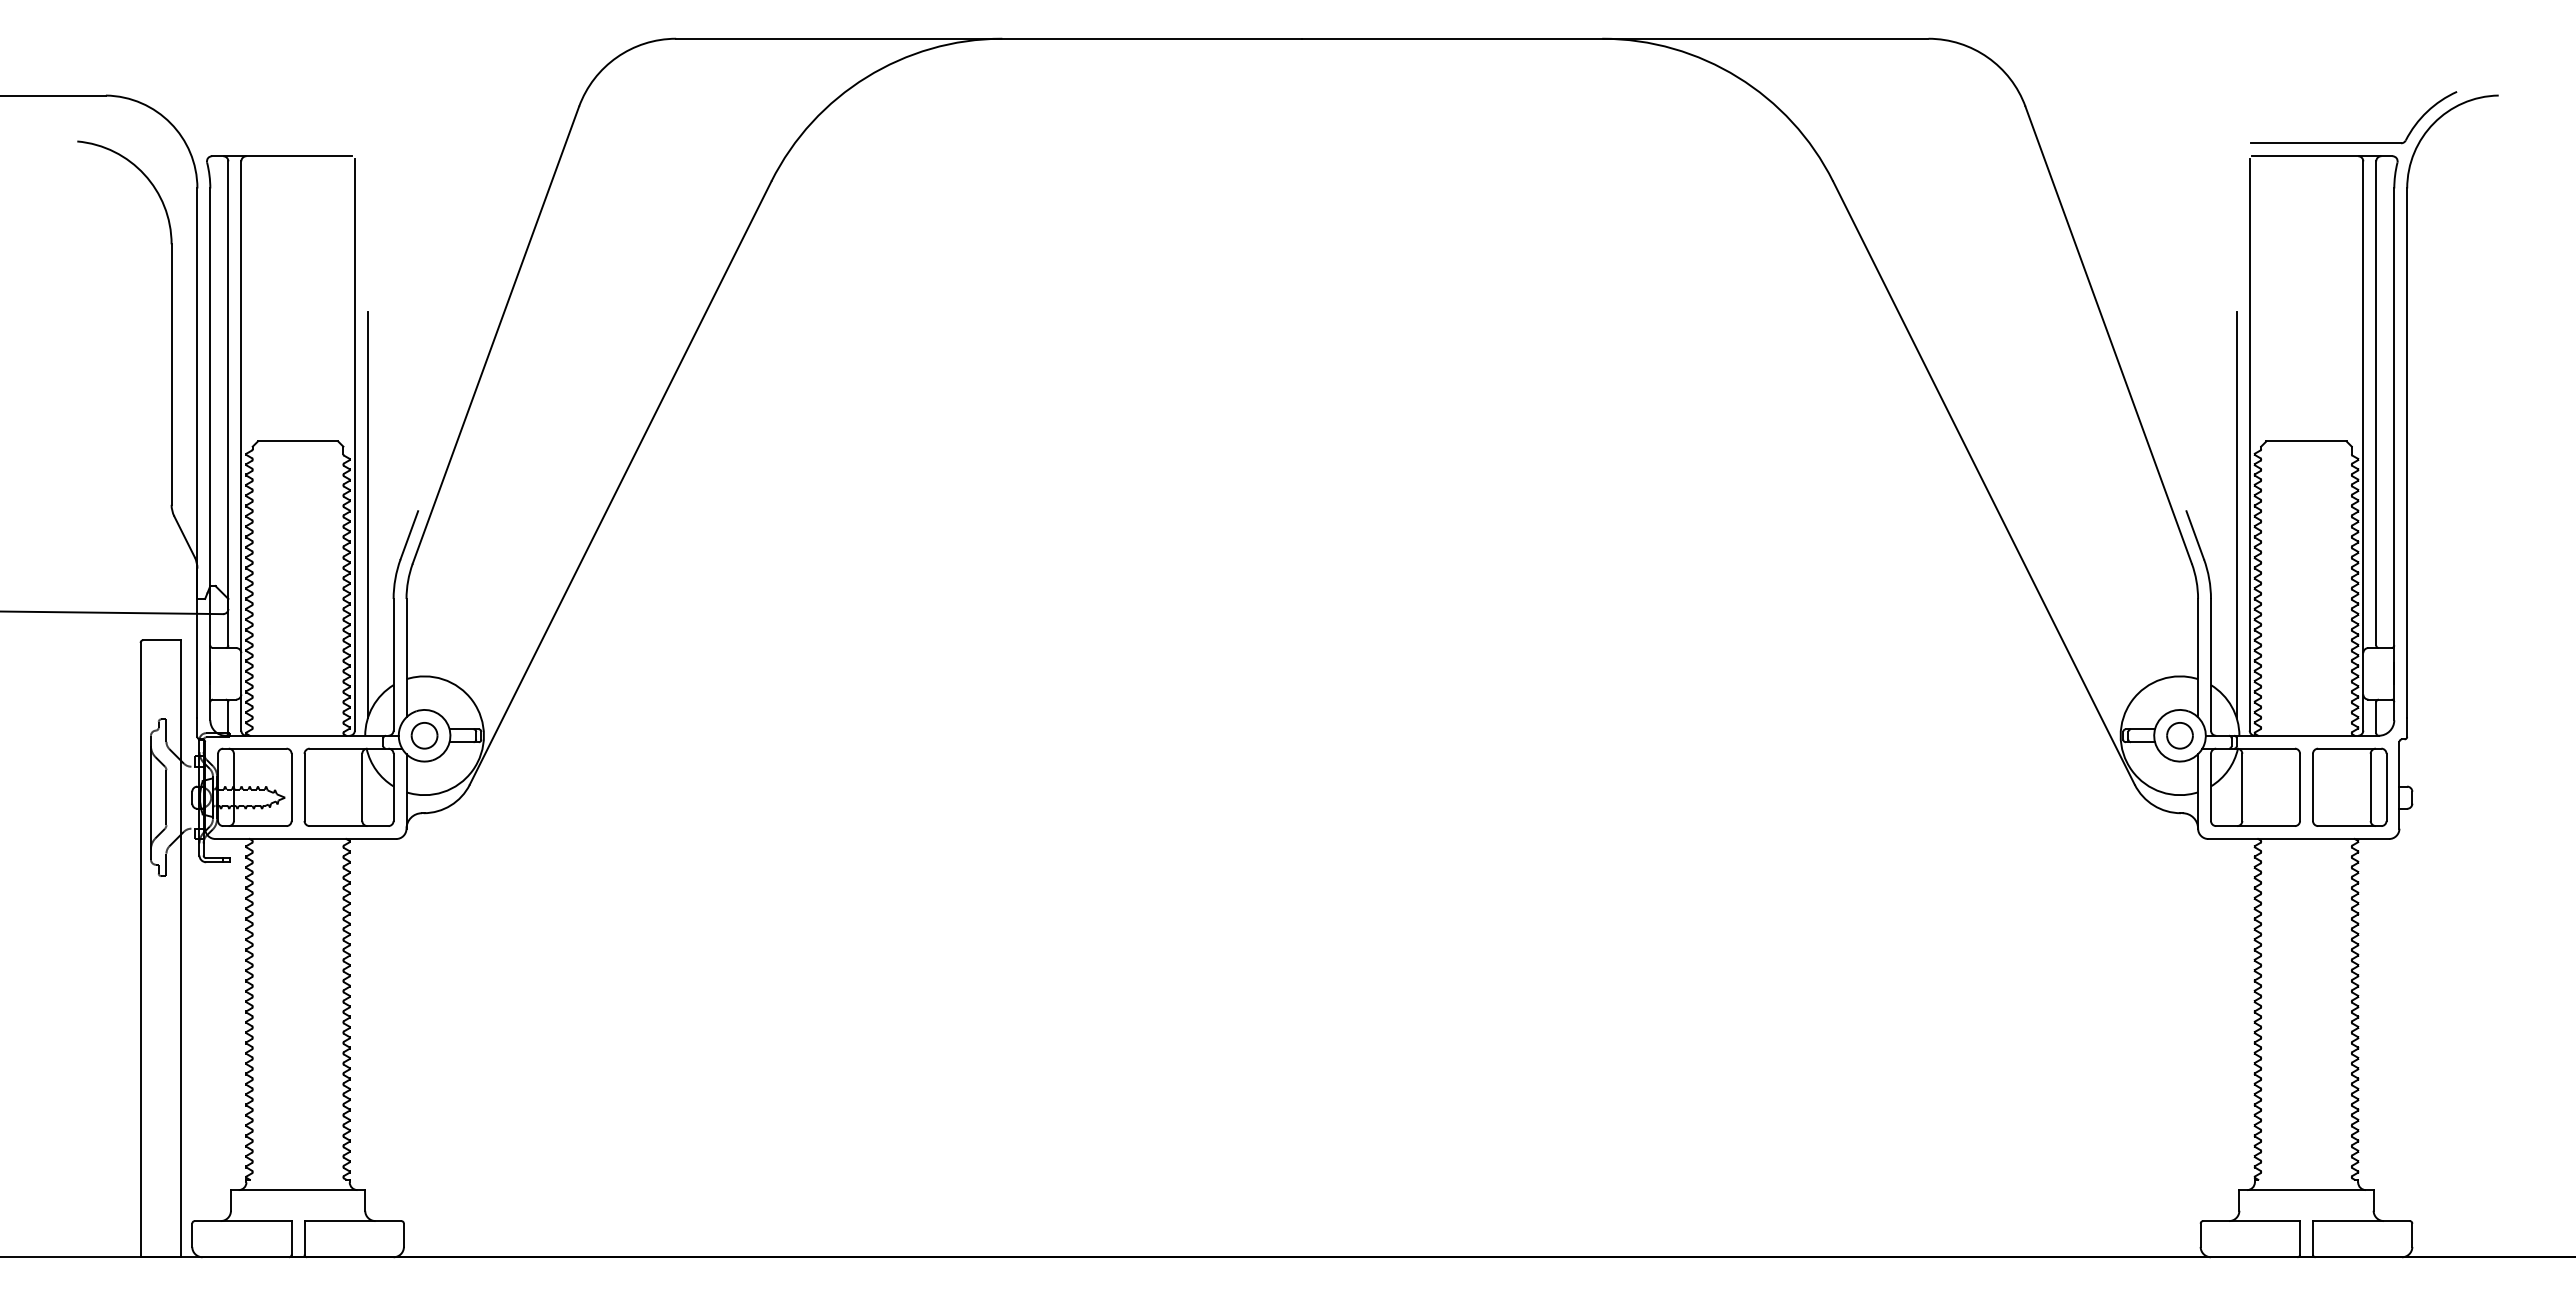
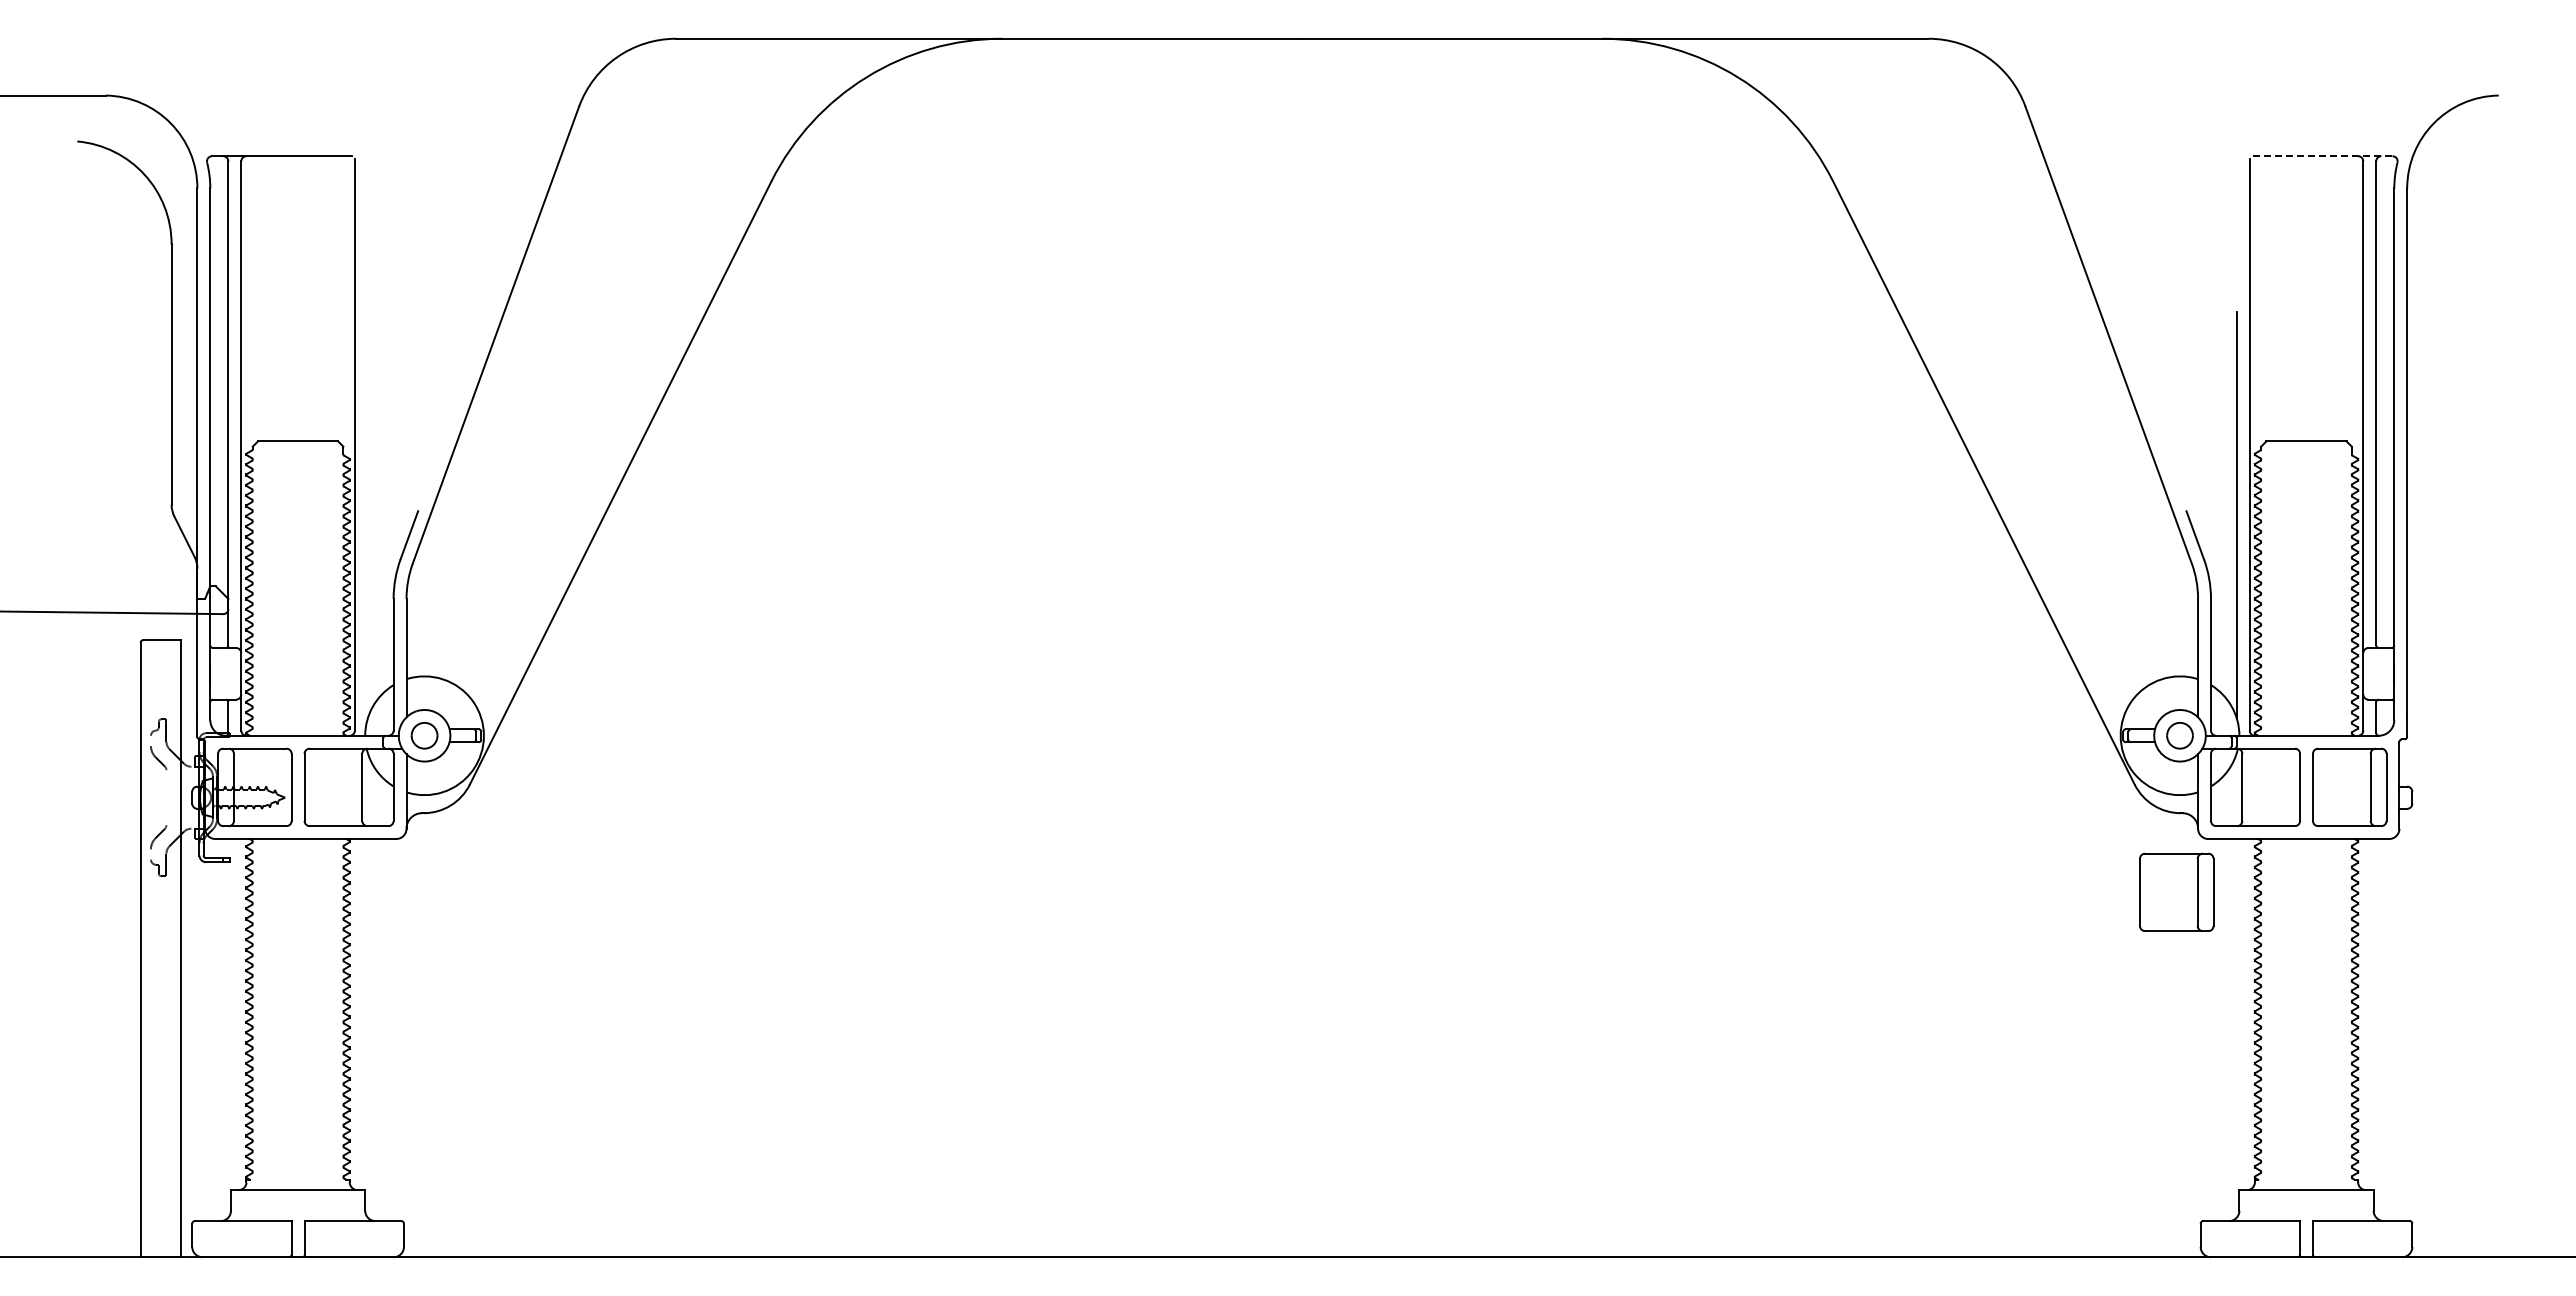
part at (2353, 142): present -> none
line at (2321, 156): solid -> dashed
line at (367, 515): present -> none
line at (150, 797): present -> none
line at (166, 797): present -> none
part at (2176, 891): none -> present
